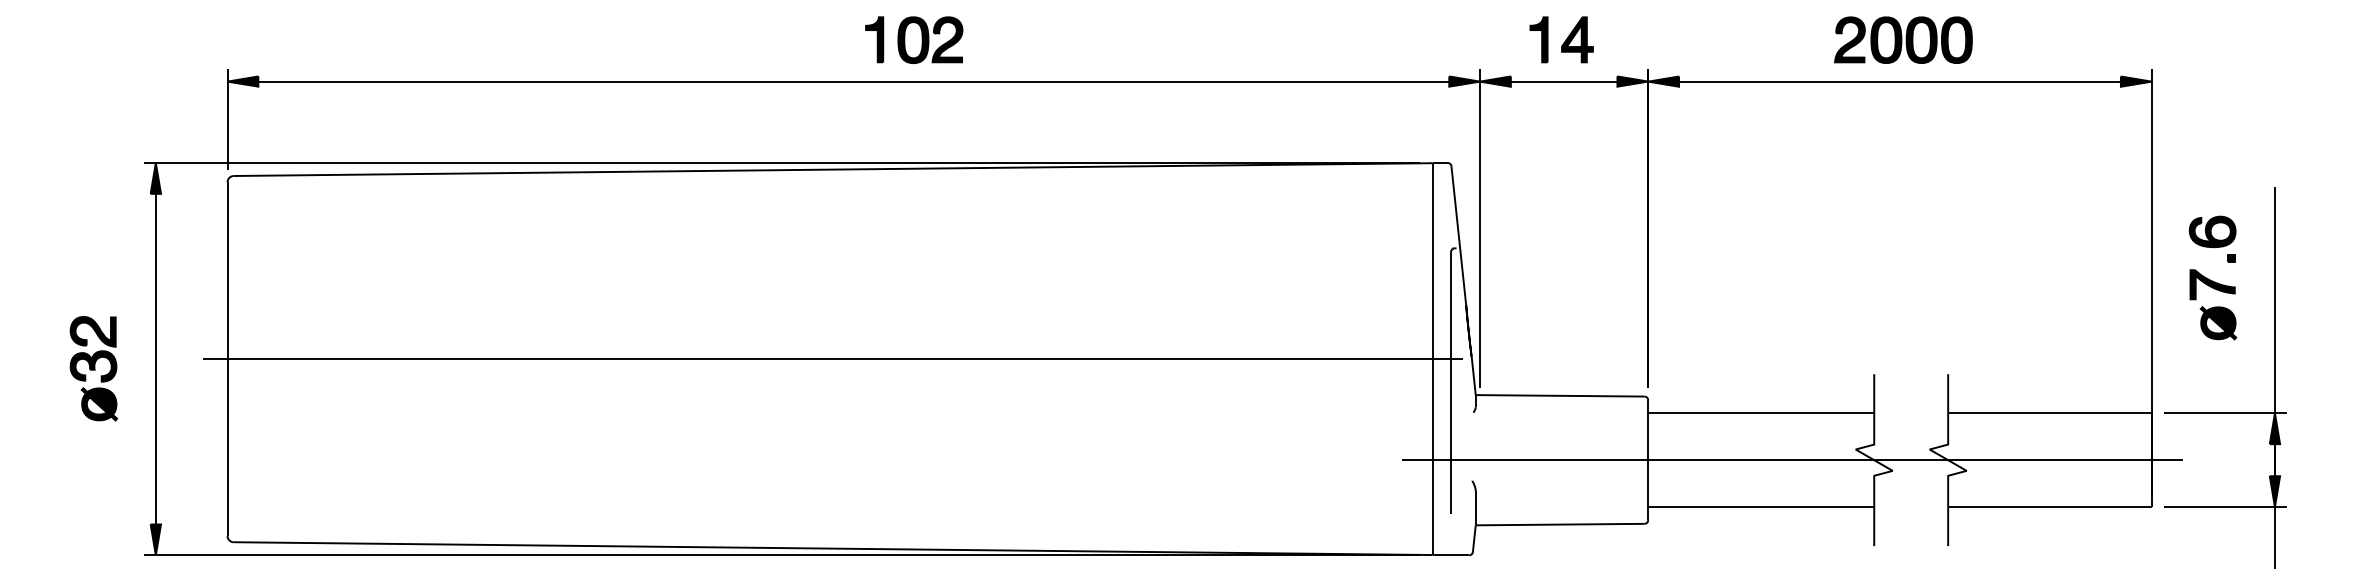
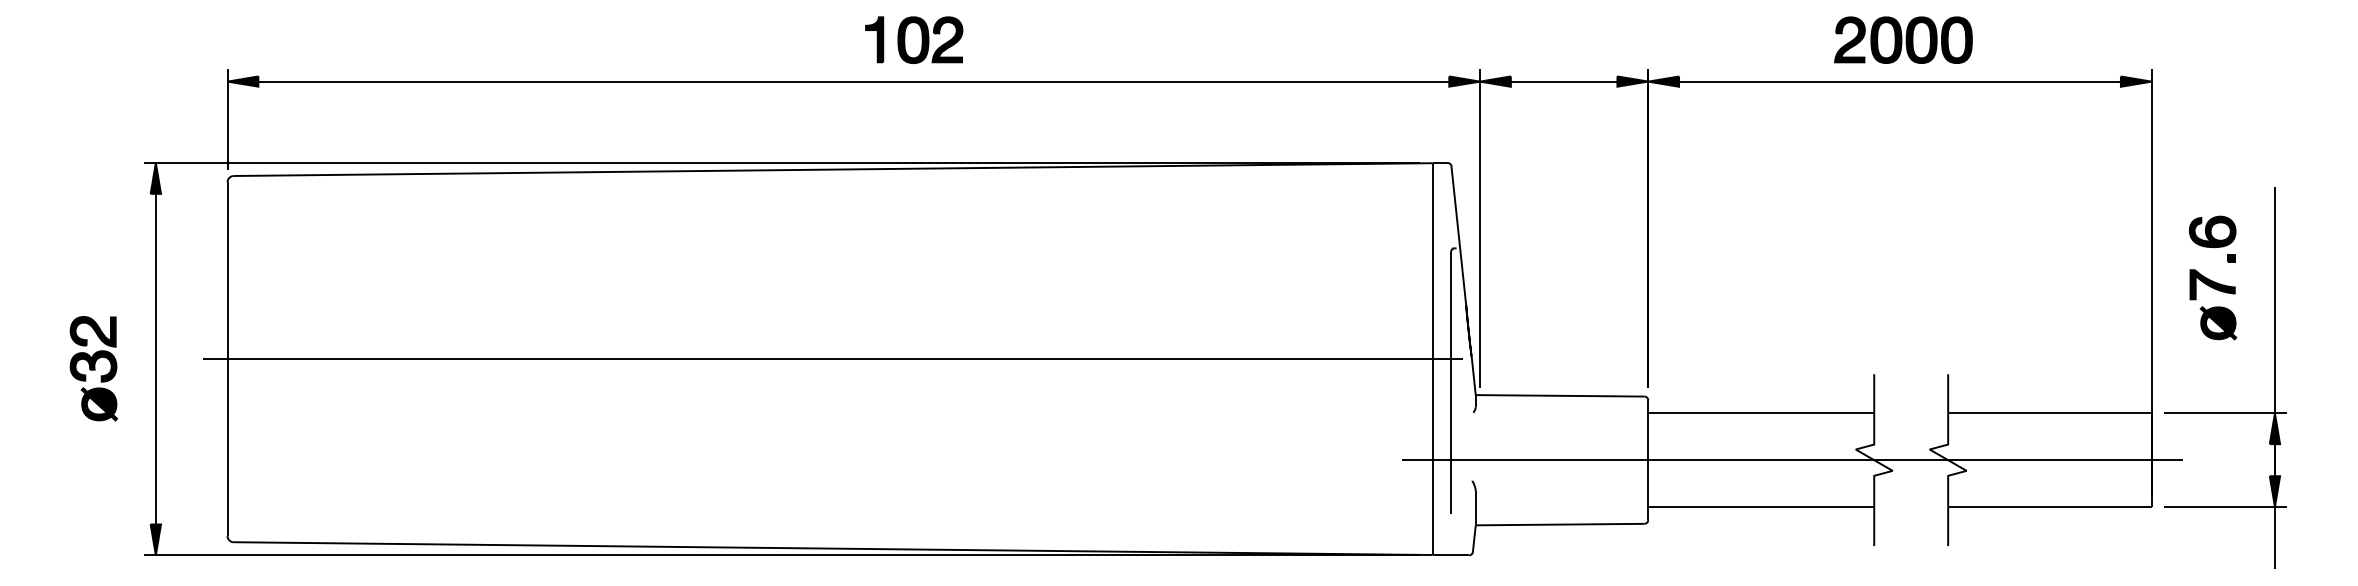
part at (1561, 39): present -> none
